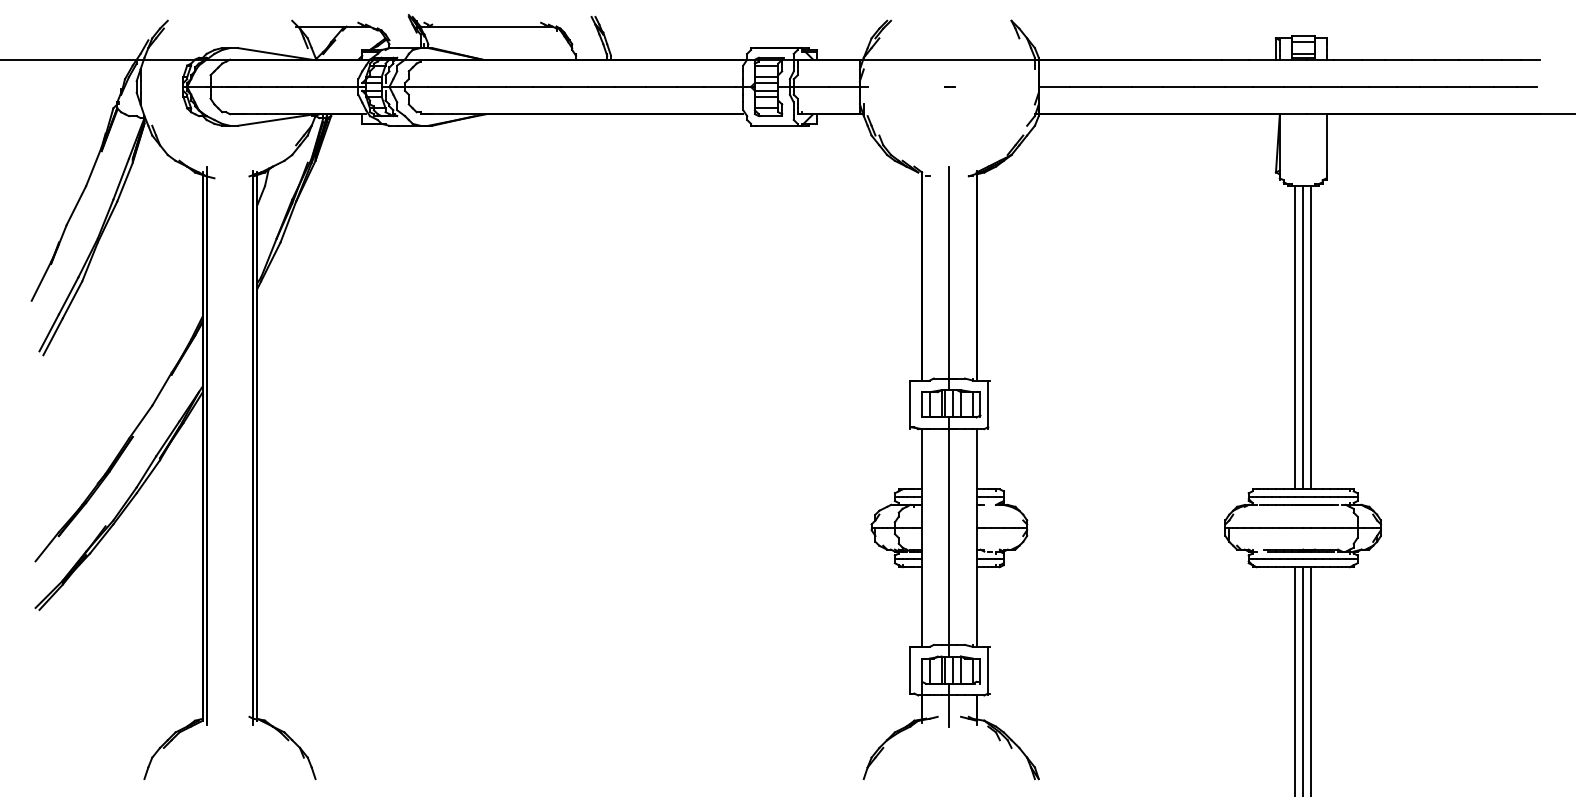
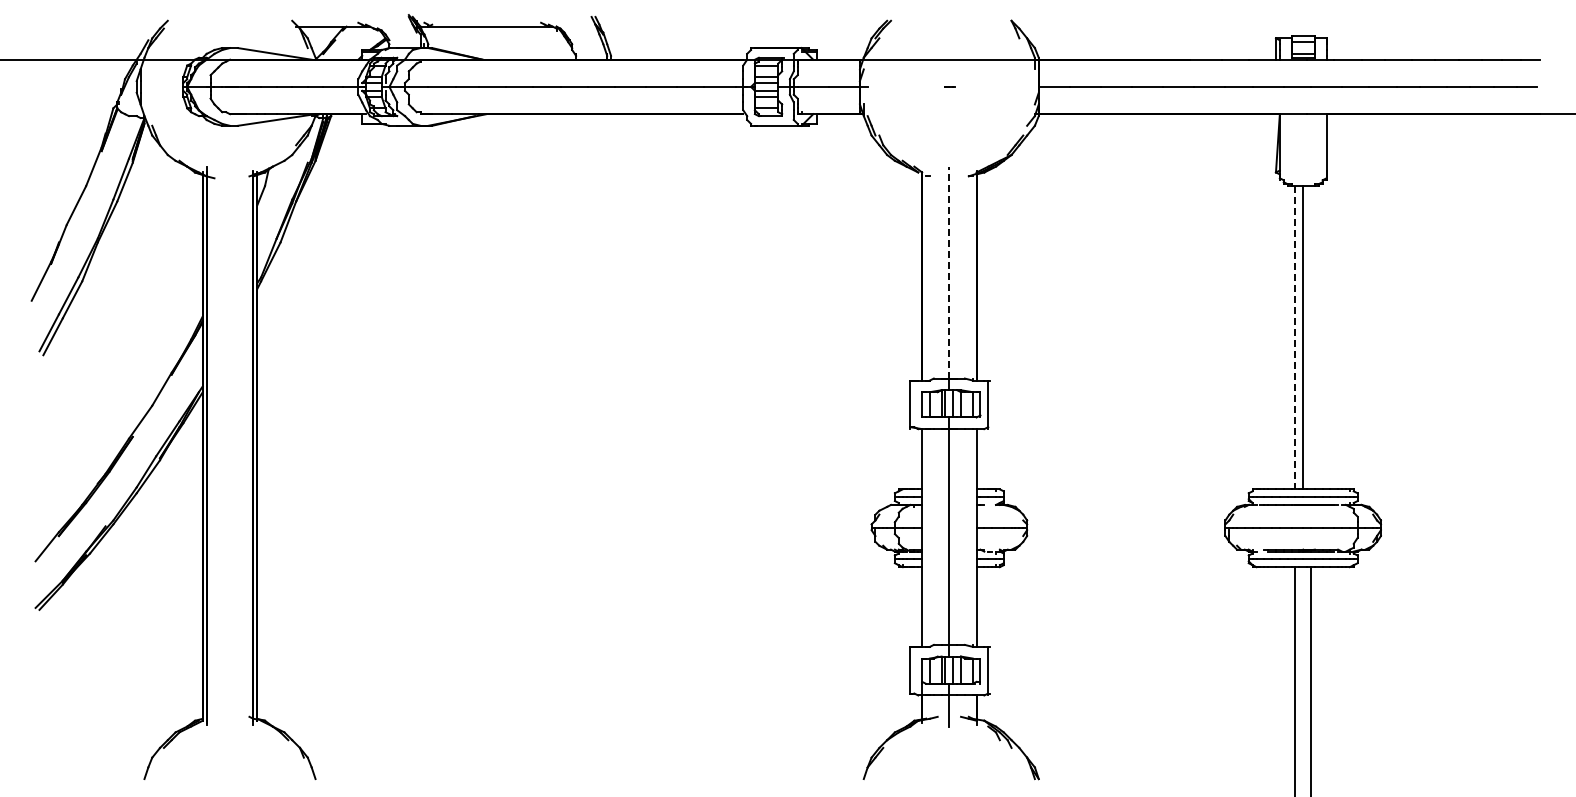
line at (949, 272): solid -> dashed
line at (1295, 337): solid -> dashed
line at (1310, 337): present -> none
line at (1303, 680): present -> none
